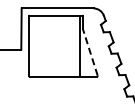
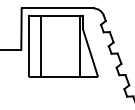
line at (41, 45): none -> present
line at (90, 52): dashed -> solid
